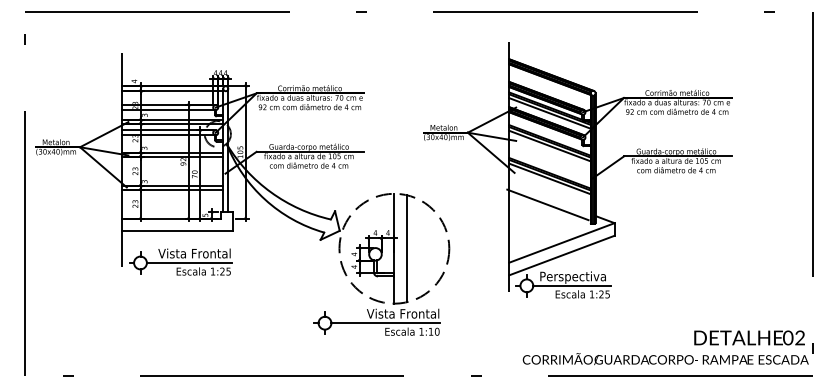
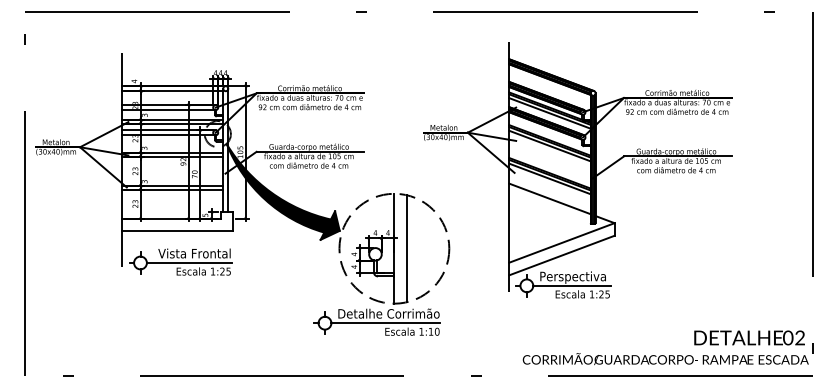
fill at (282, 191): none -> present
line at (547, 204) position: (547, 204) -> (549, 198)
text at (388, 313): Vista Frontal -> Detalhe Corrimão
